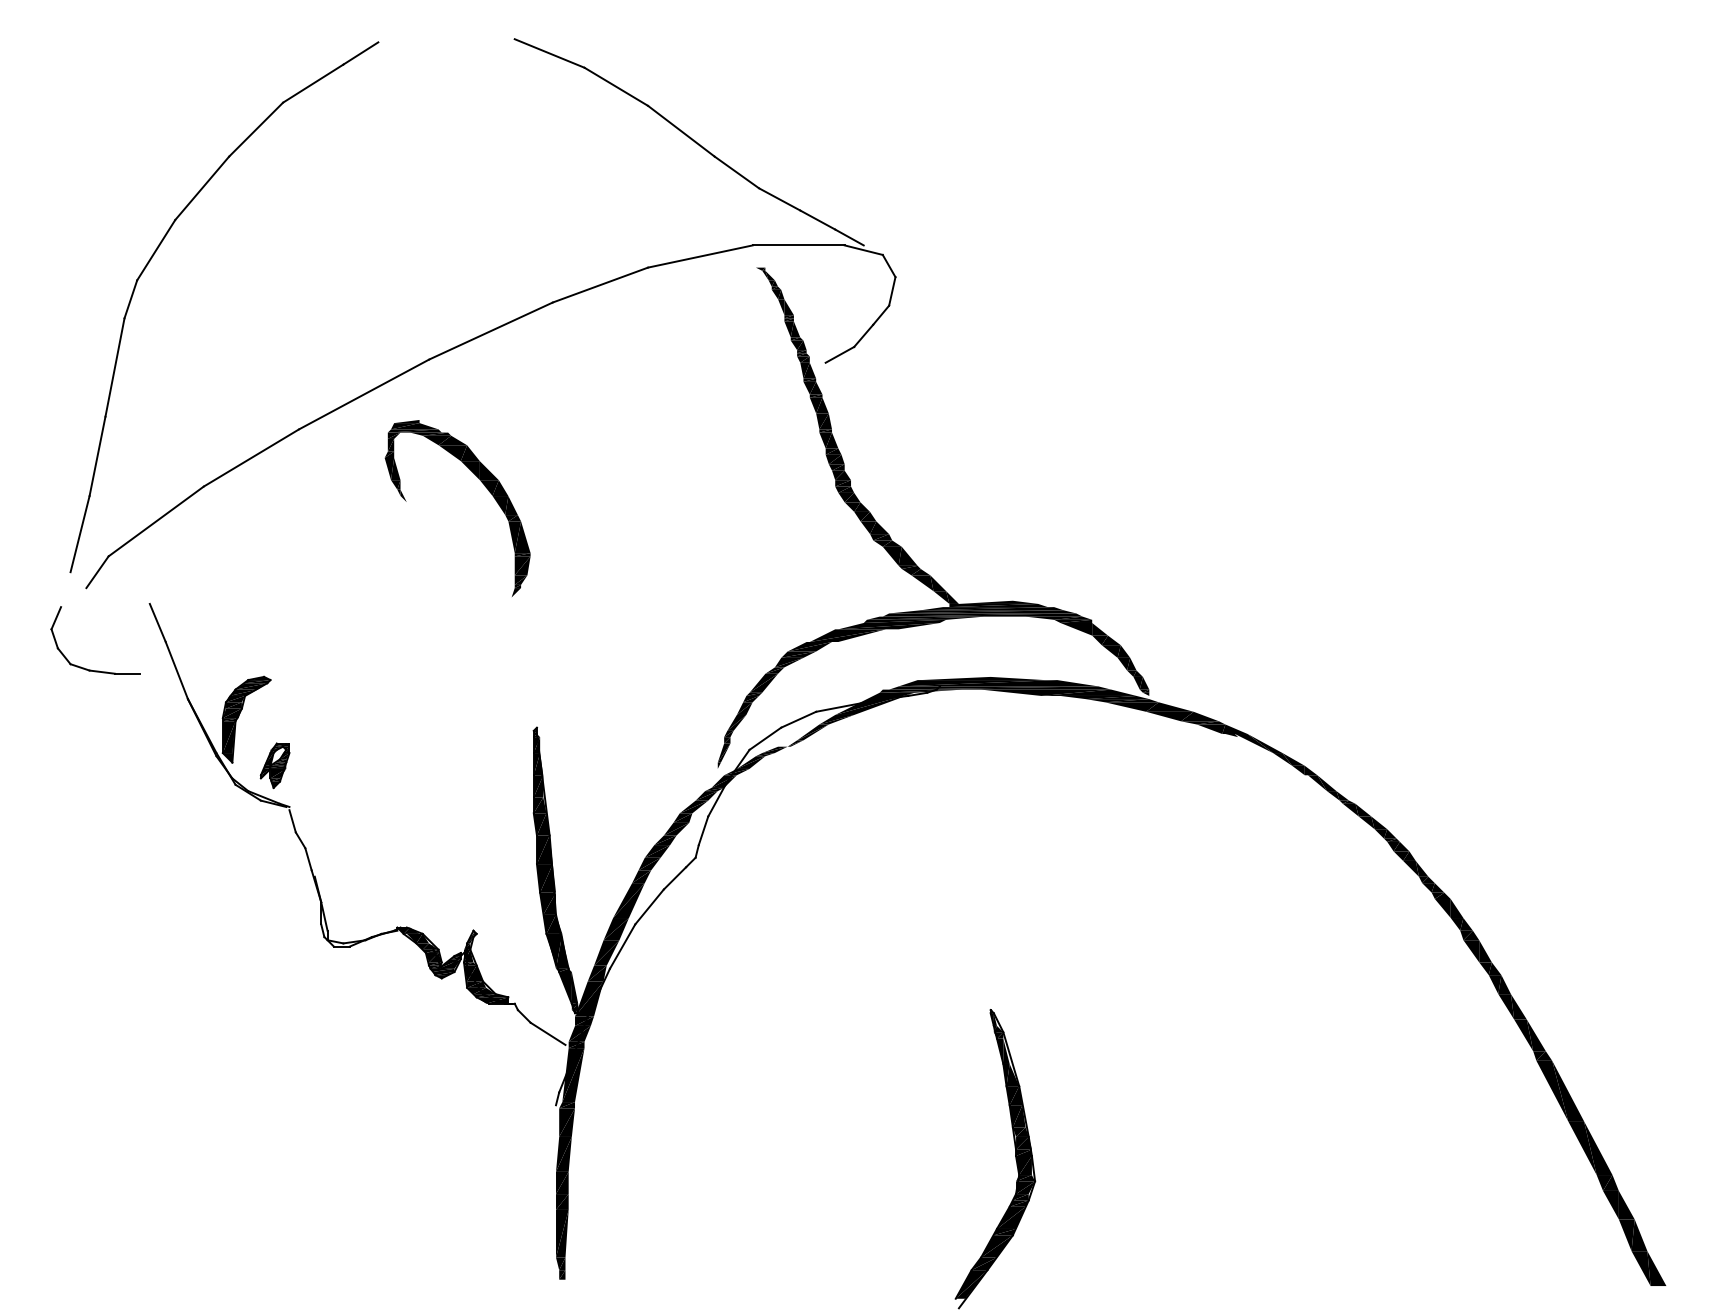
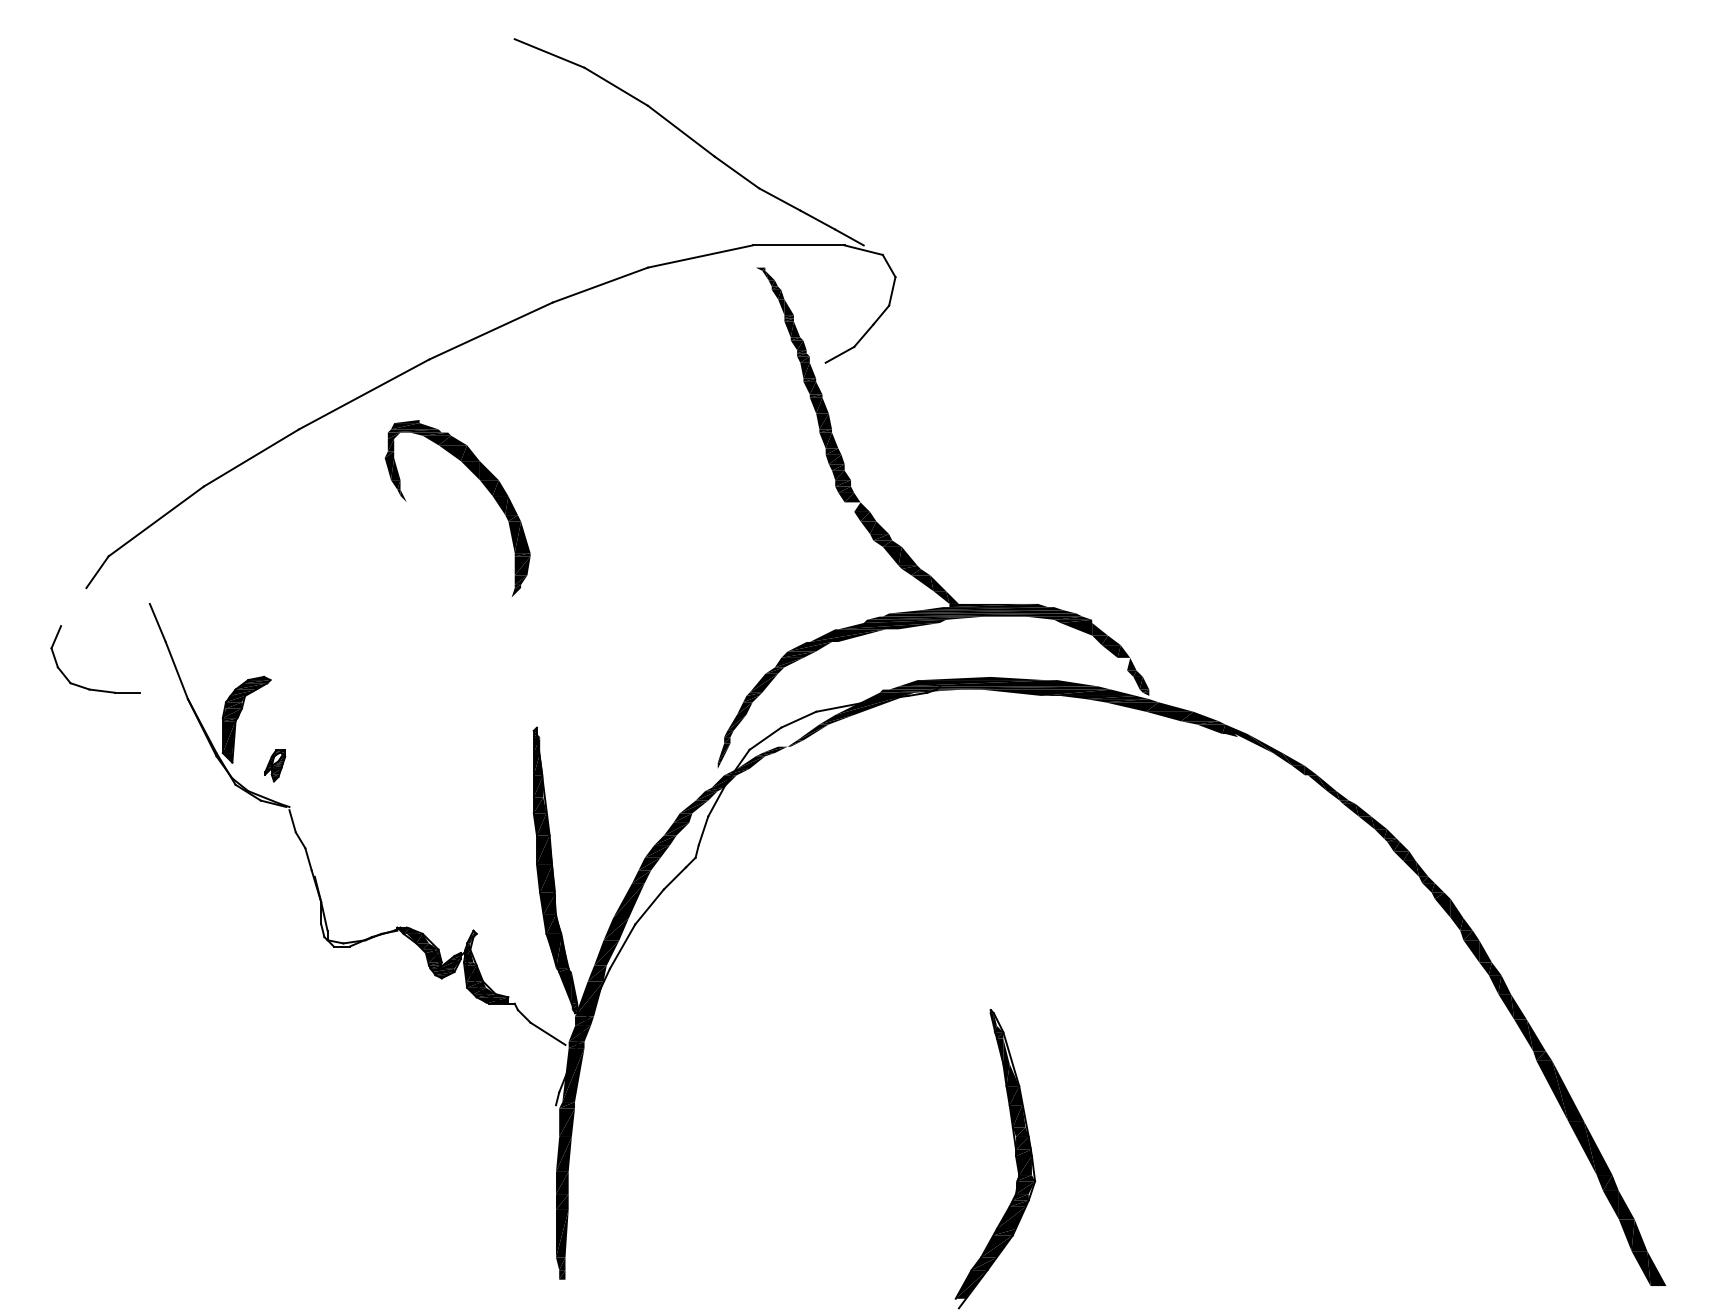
part at (152, 258): present -> none
fill at (852, 506): present -> none
fill at (998, 601): present -> none
fill at (1123, 663): present -> none
part at (87, 668) position: (87, 668) -> (87, 687)
part at (274, 765) size: 32x48 px -> 23x34 px
